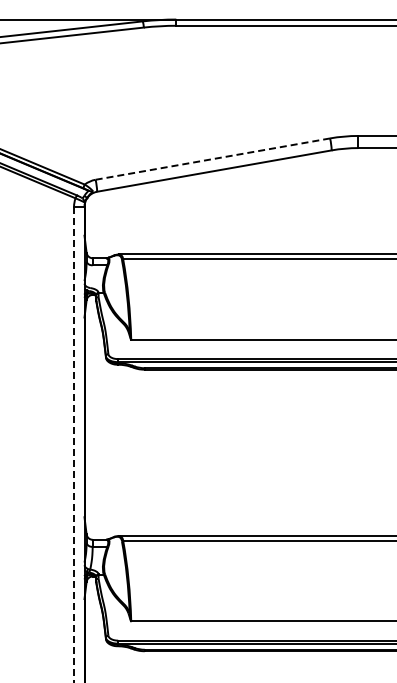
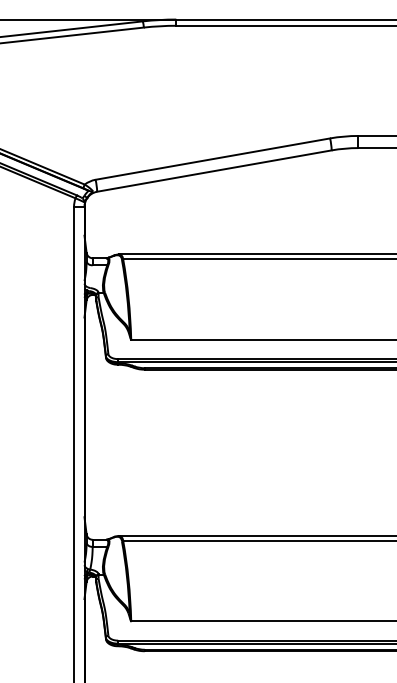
line at (212, 159): dashed -> solid
line at (74, 444): dashed -> solid
